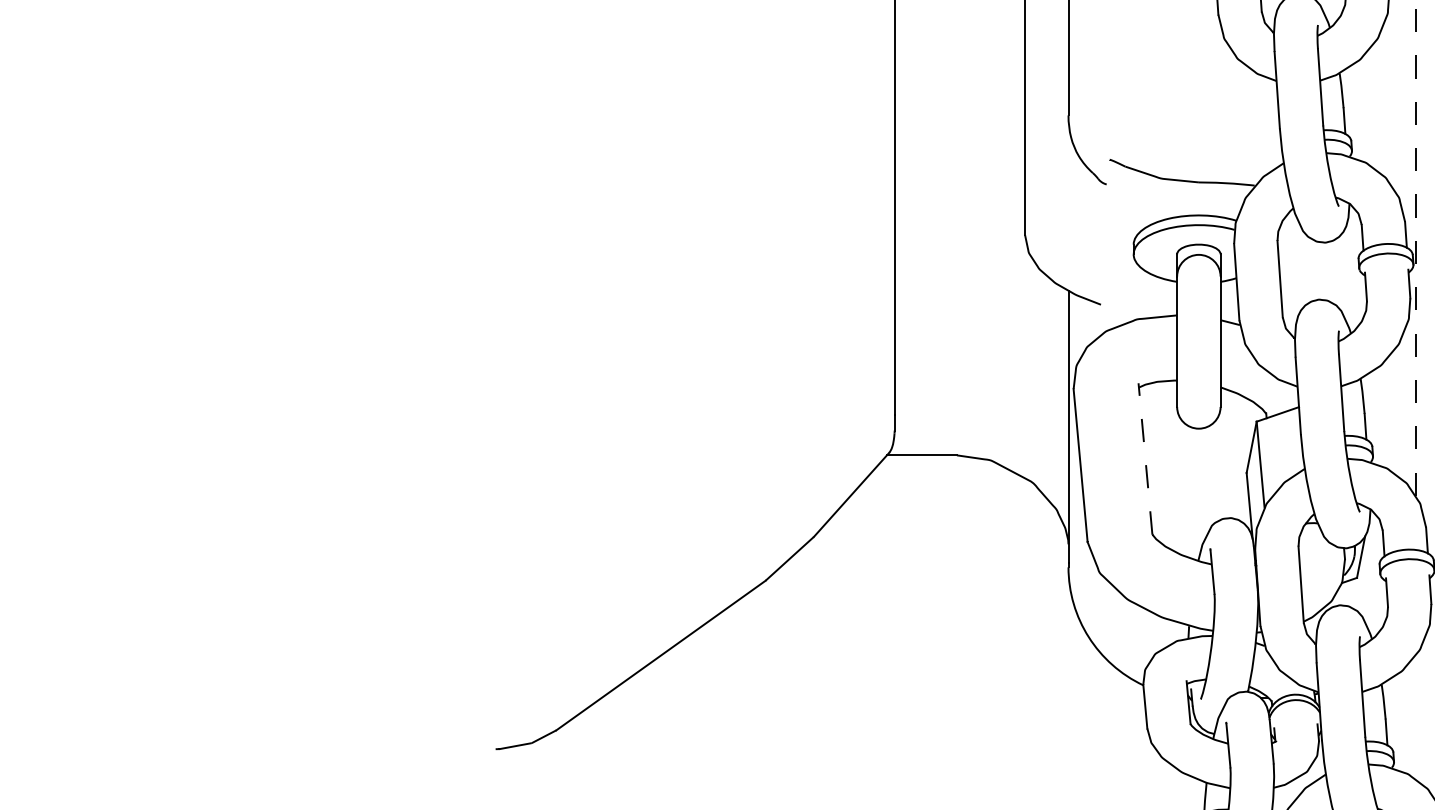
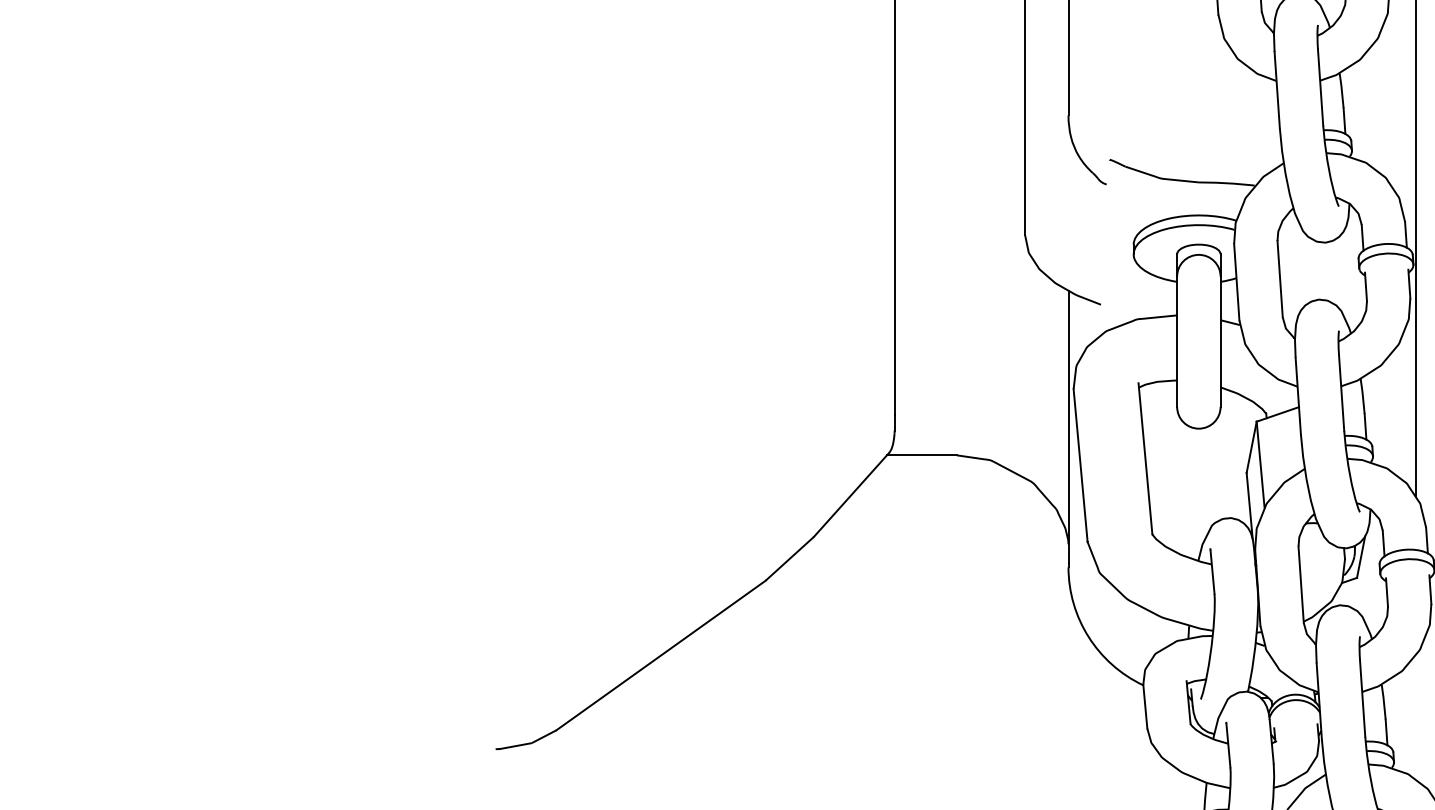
line at (1416, 247): dashed -> solid
line at (1145, 458): dashed -> solid
